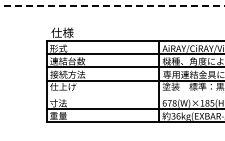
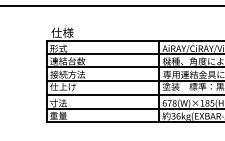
line at (113, 6): dashed -> solid
line at (133, 95): none -> present
